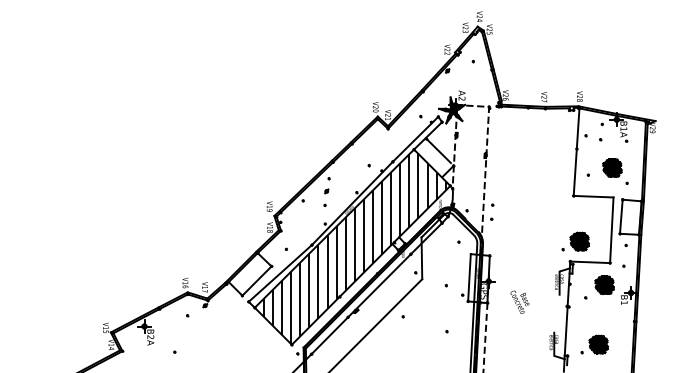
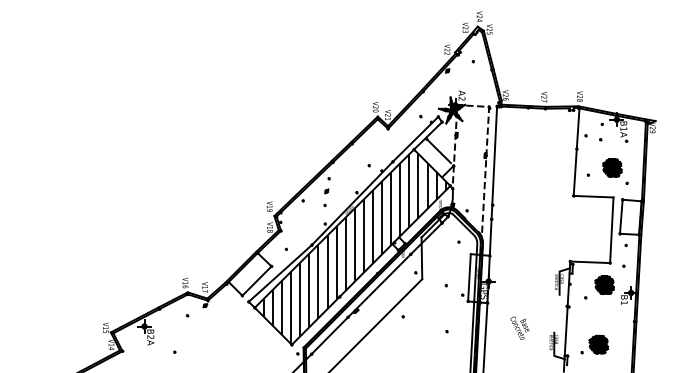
line at (493, 180): none -> present
part at (575, 241): present -> none
text at (519, 301) position: (519, 301) -> (519, 327)
line at (485, 337): dashed -> solid
